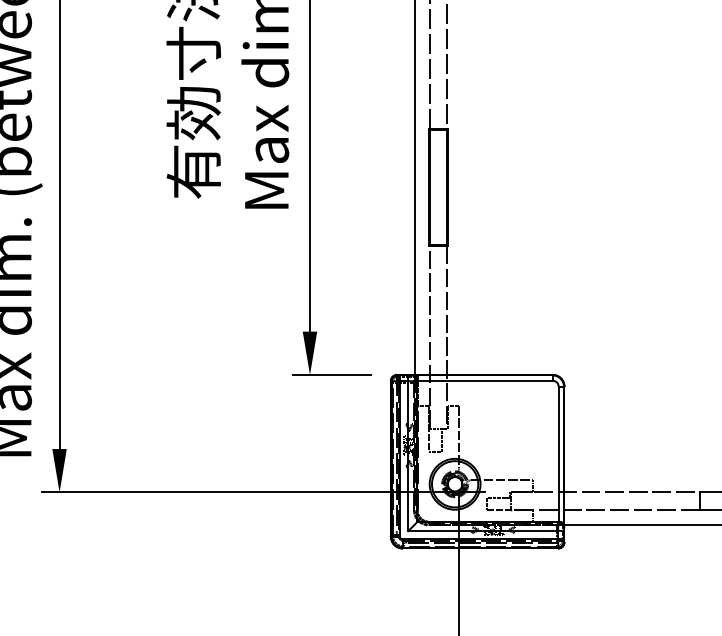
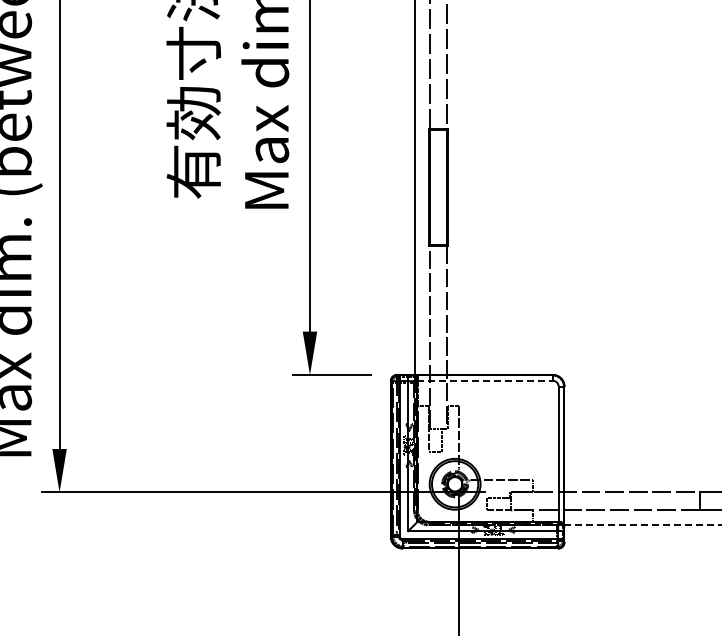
line at (484, 380): solid -> dashed
line at (643, 524): solid -> dashed
